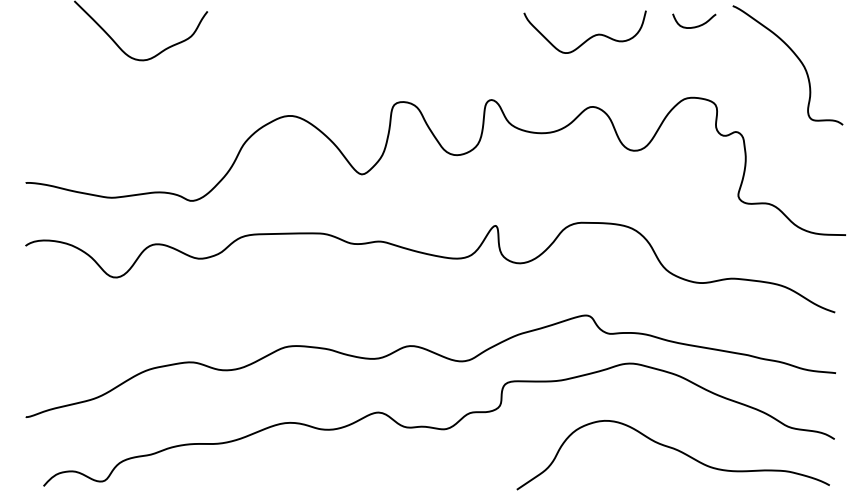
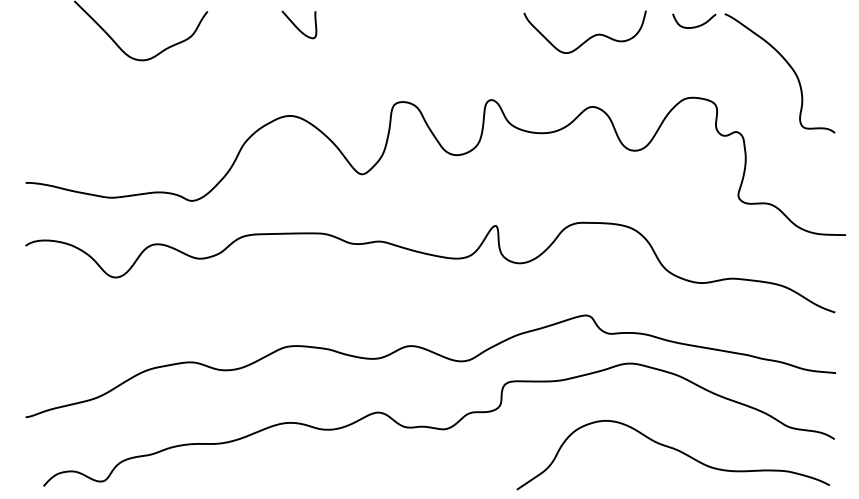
curve at (297, 26): none -> present
curve at (795, 56) position: (795, 56) -> (787, 64)
